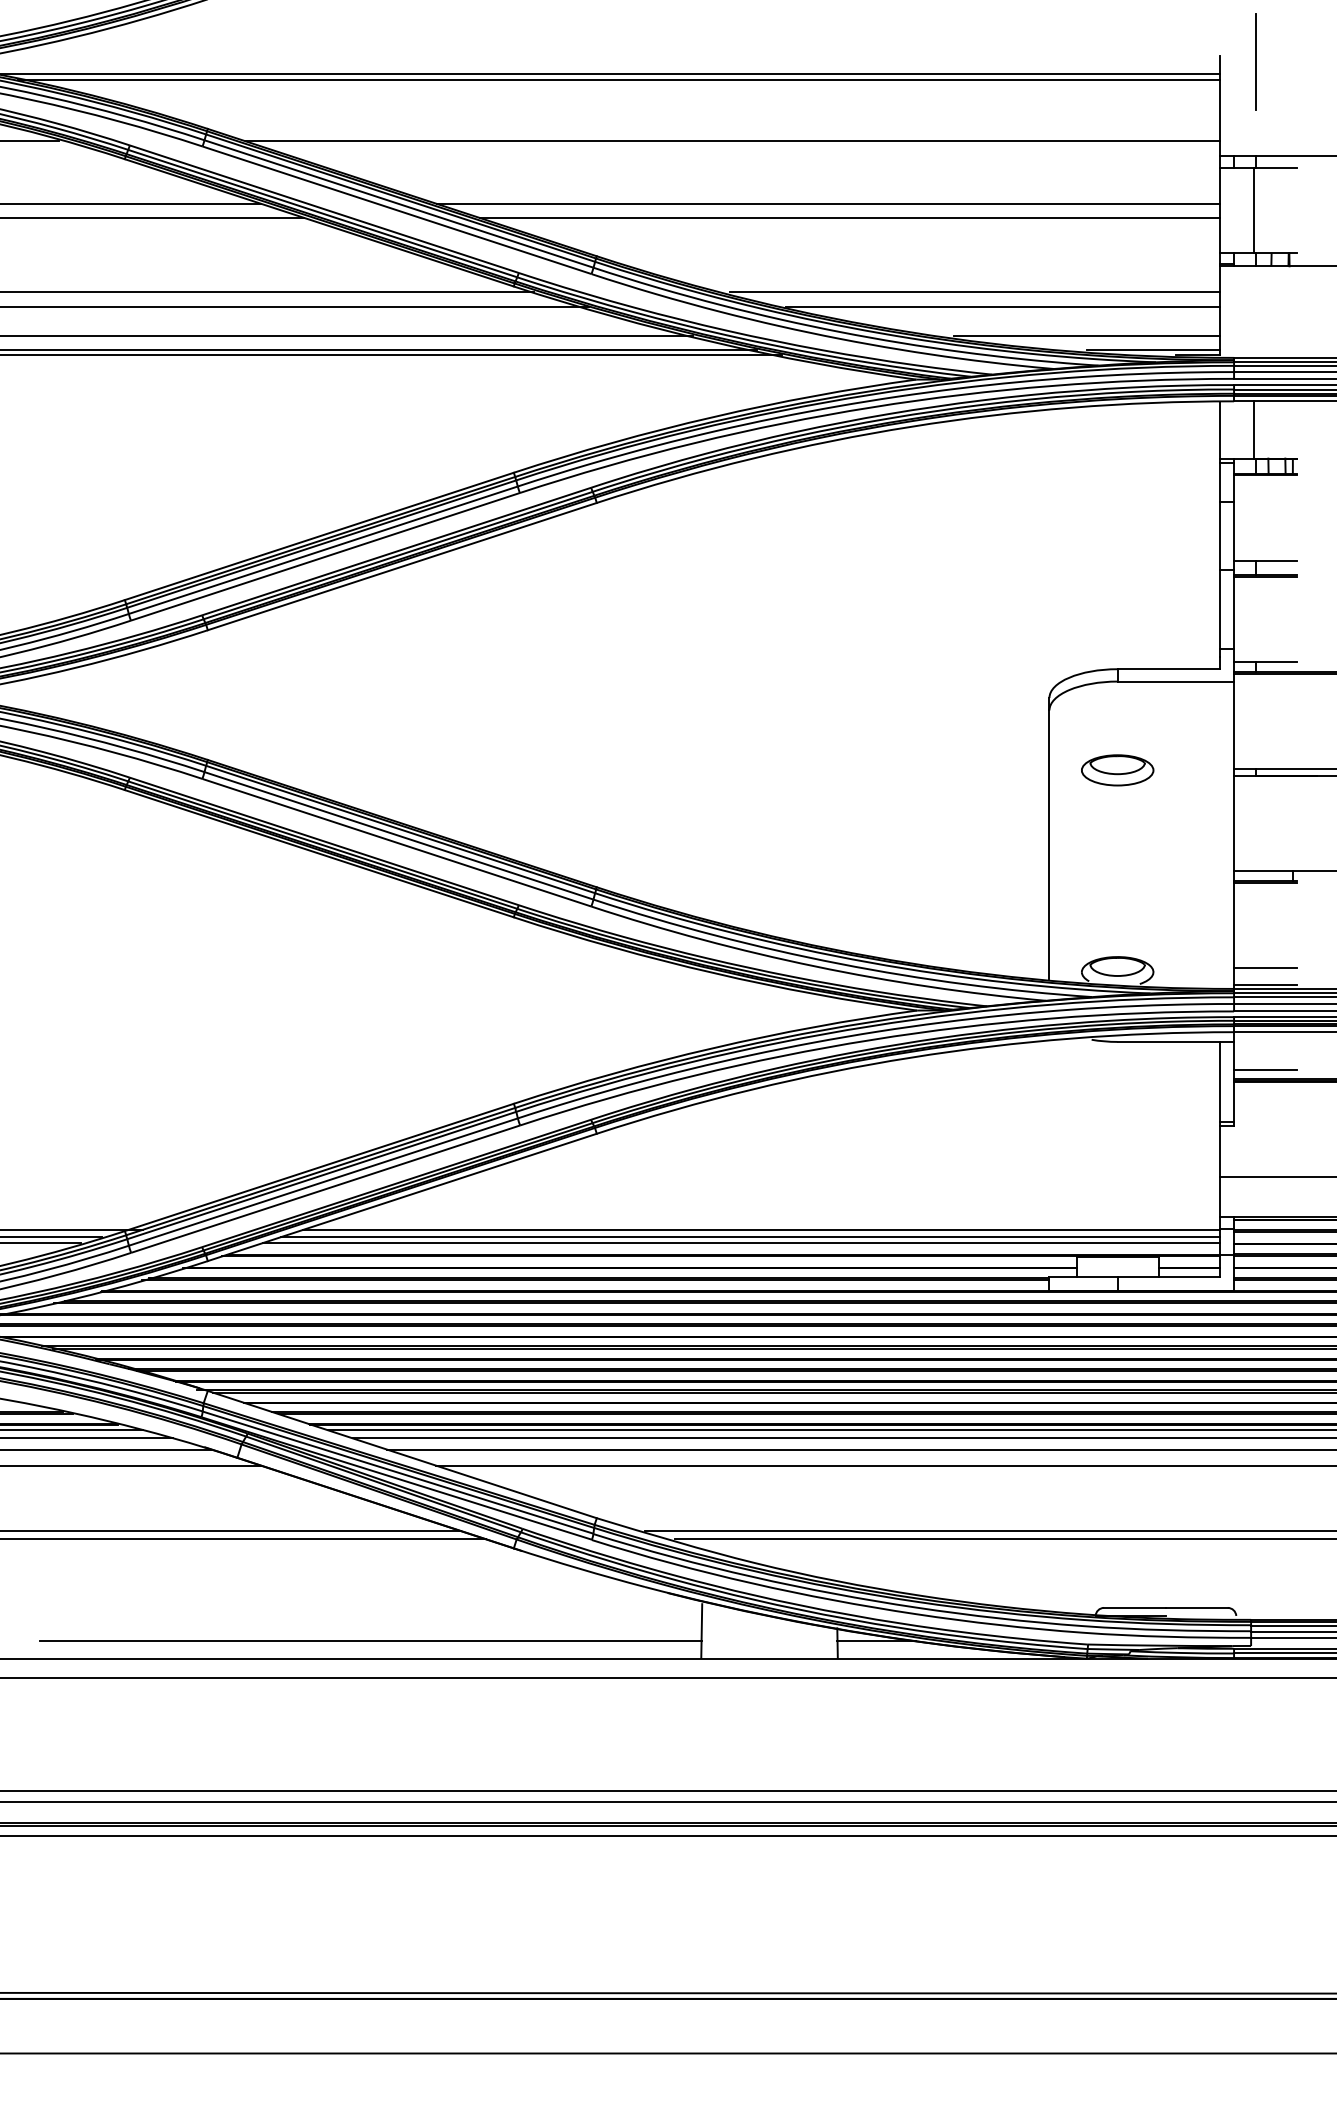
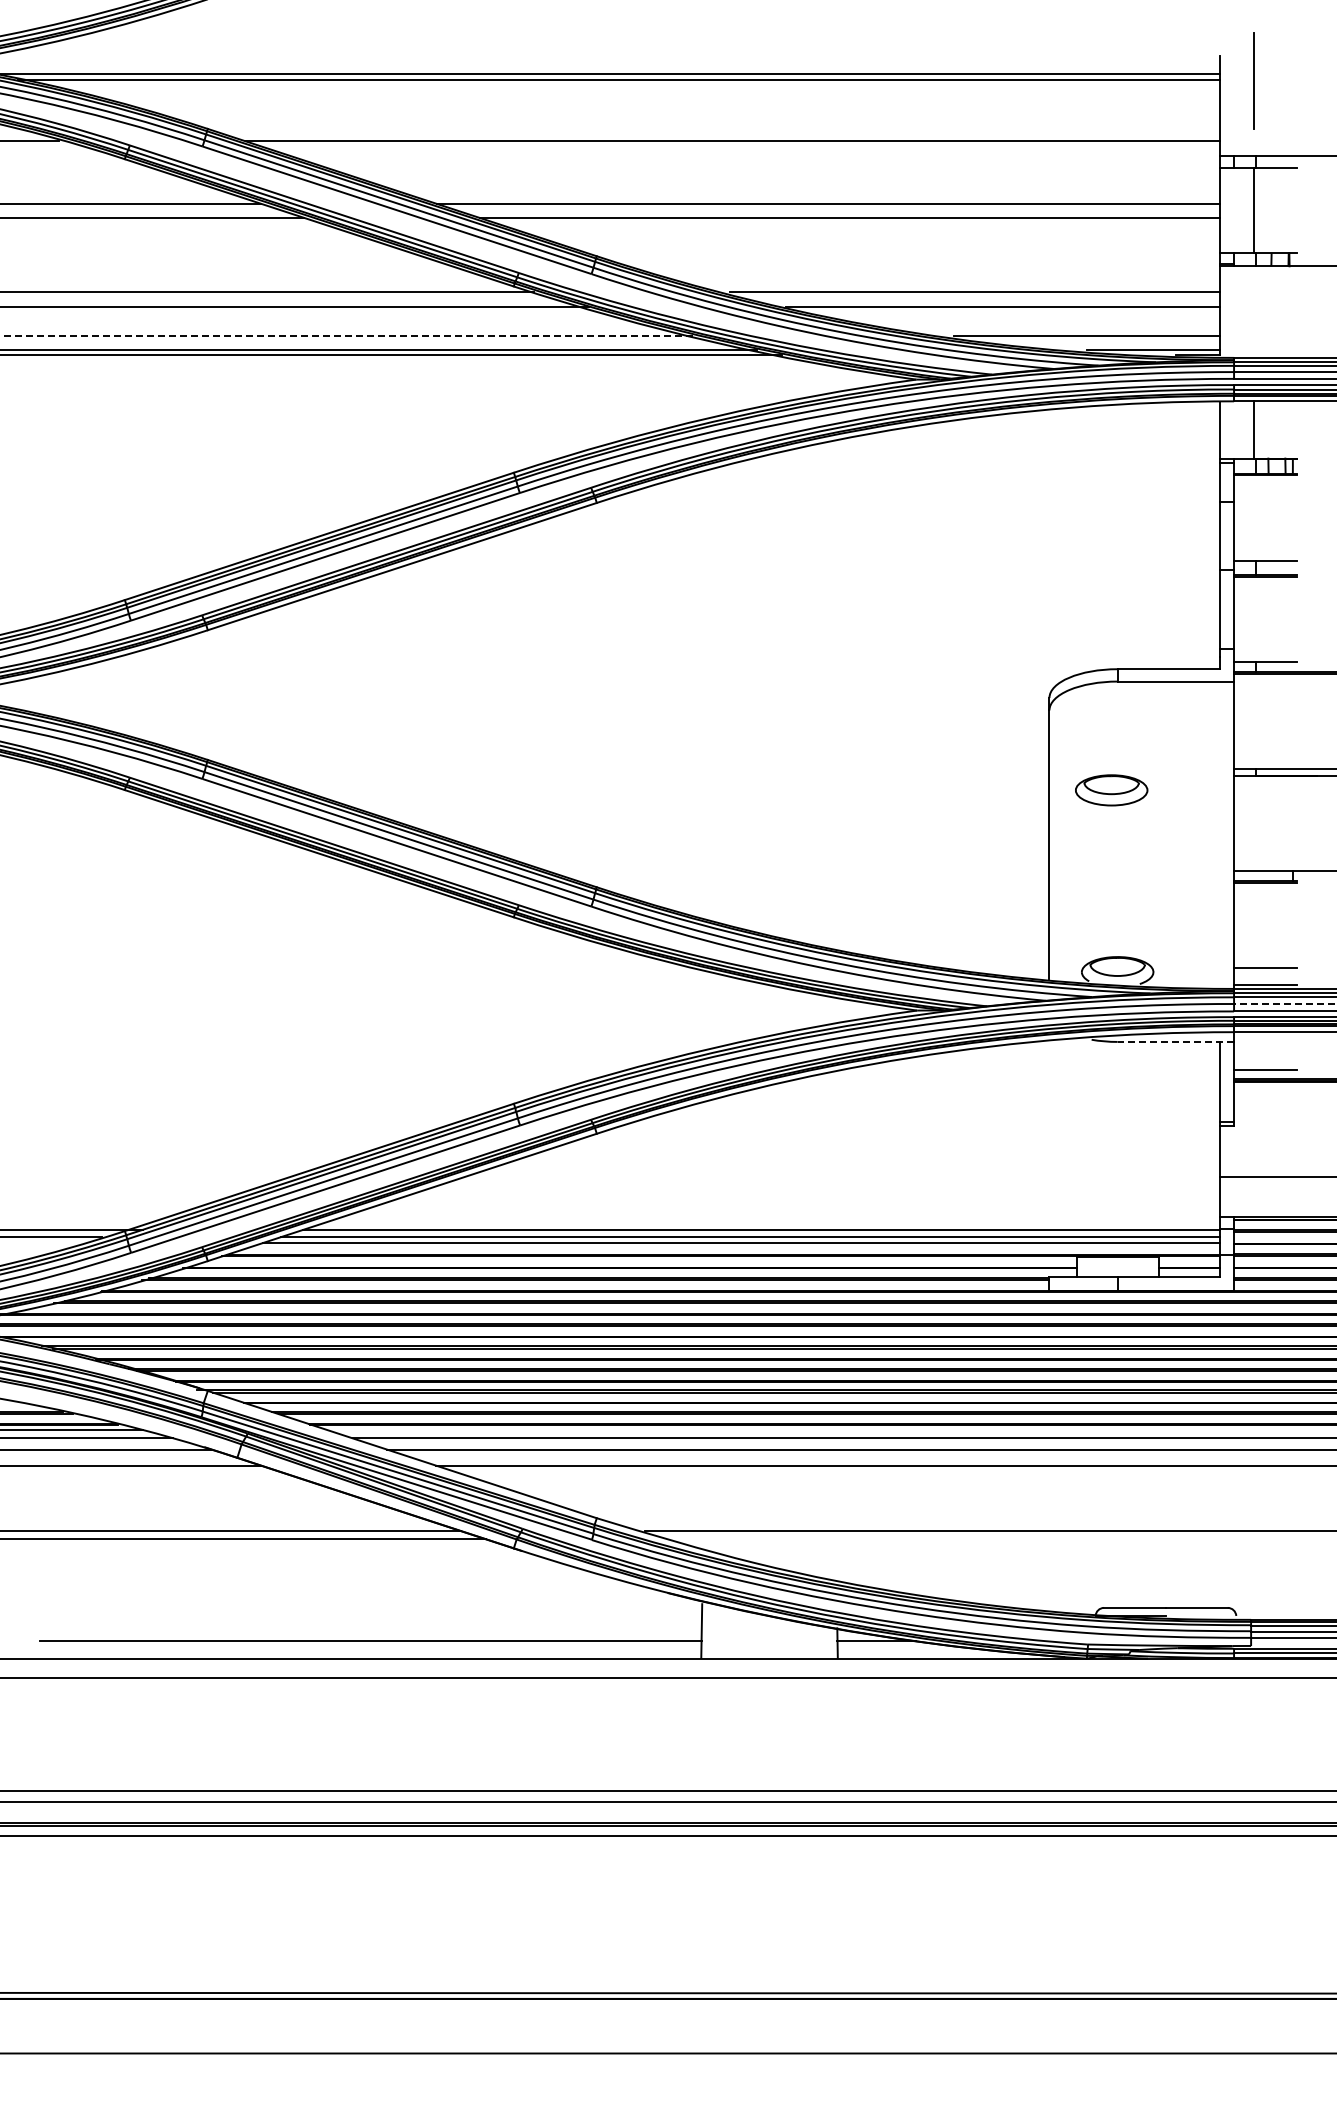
line at (1255, 61) position: (1255, 61) -> (1253, 80)
line at (346, 336): solid -> dashed
part at (1117, 770) position: (1117, 770) -> (1111, 790)
line at (1285, 1004): solid -> dashed
line at (1175, 1041): solid -> dashed
line at (41, 1242): present -> none
line at (830, 1430): present -> none
line at (1004, 1539): present -> none
